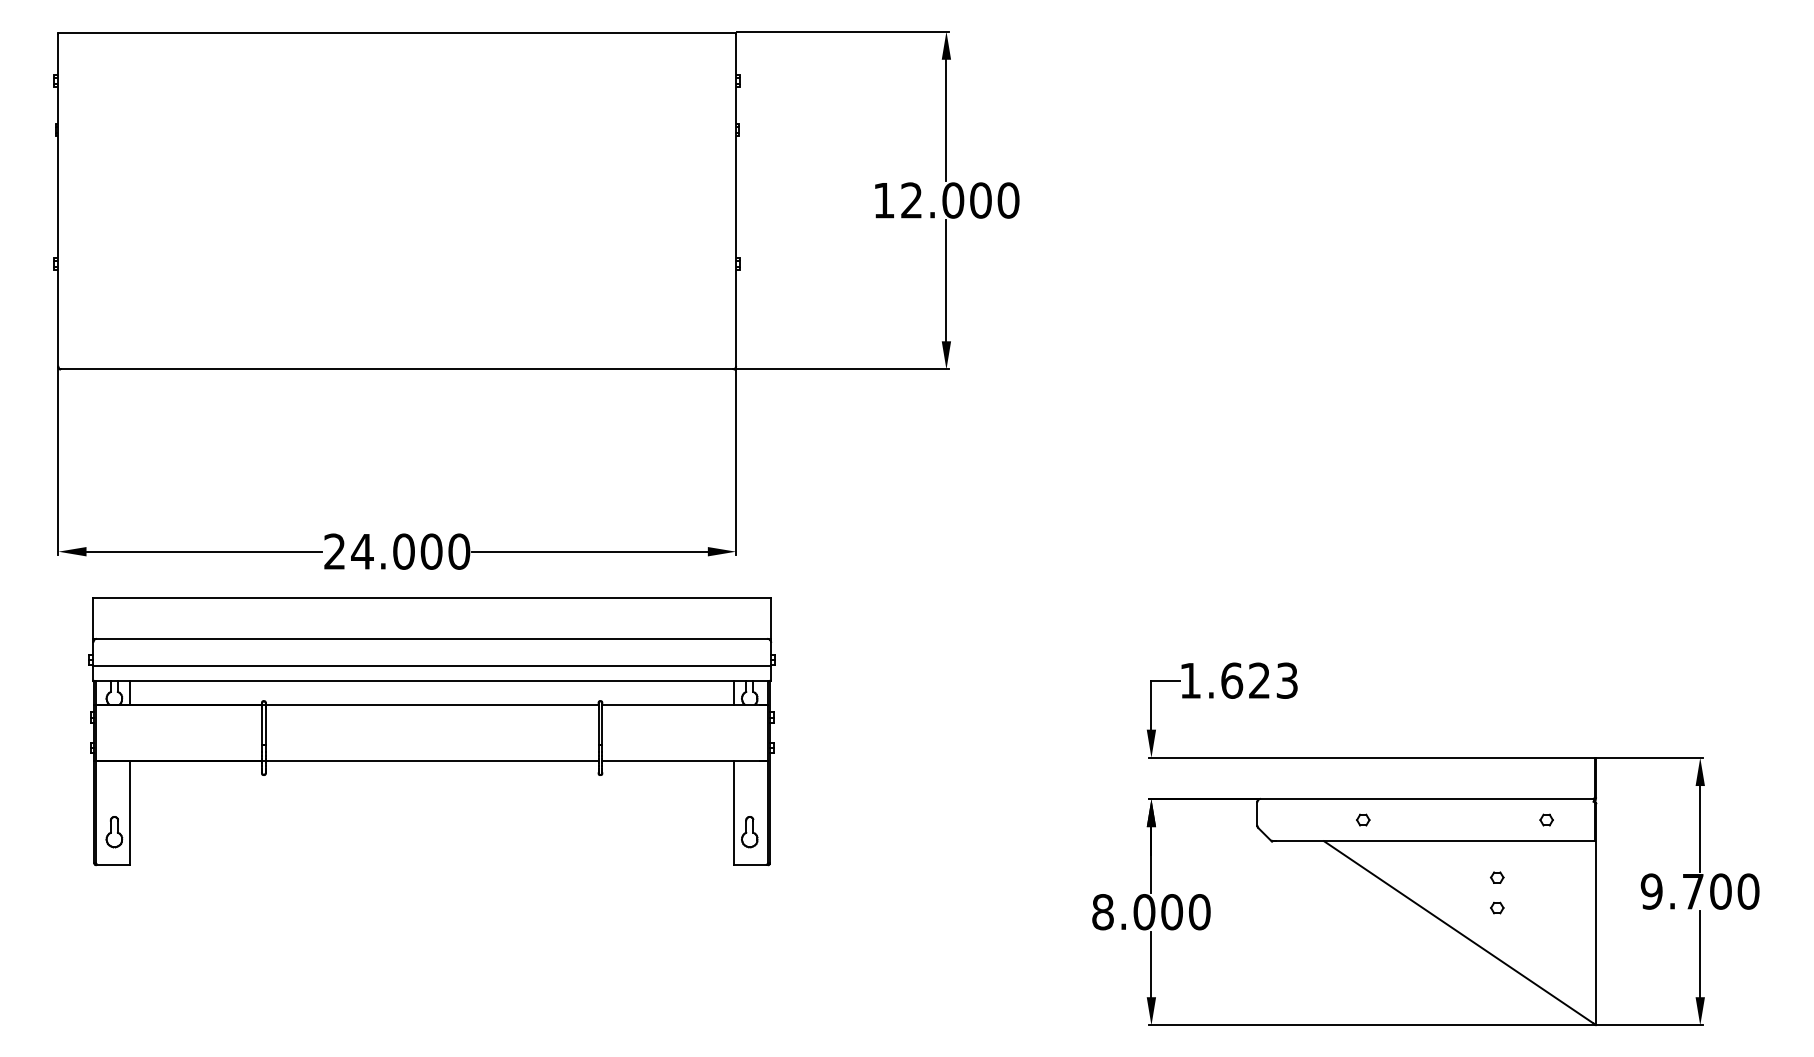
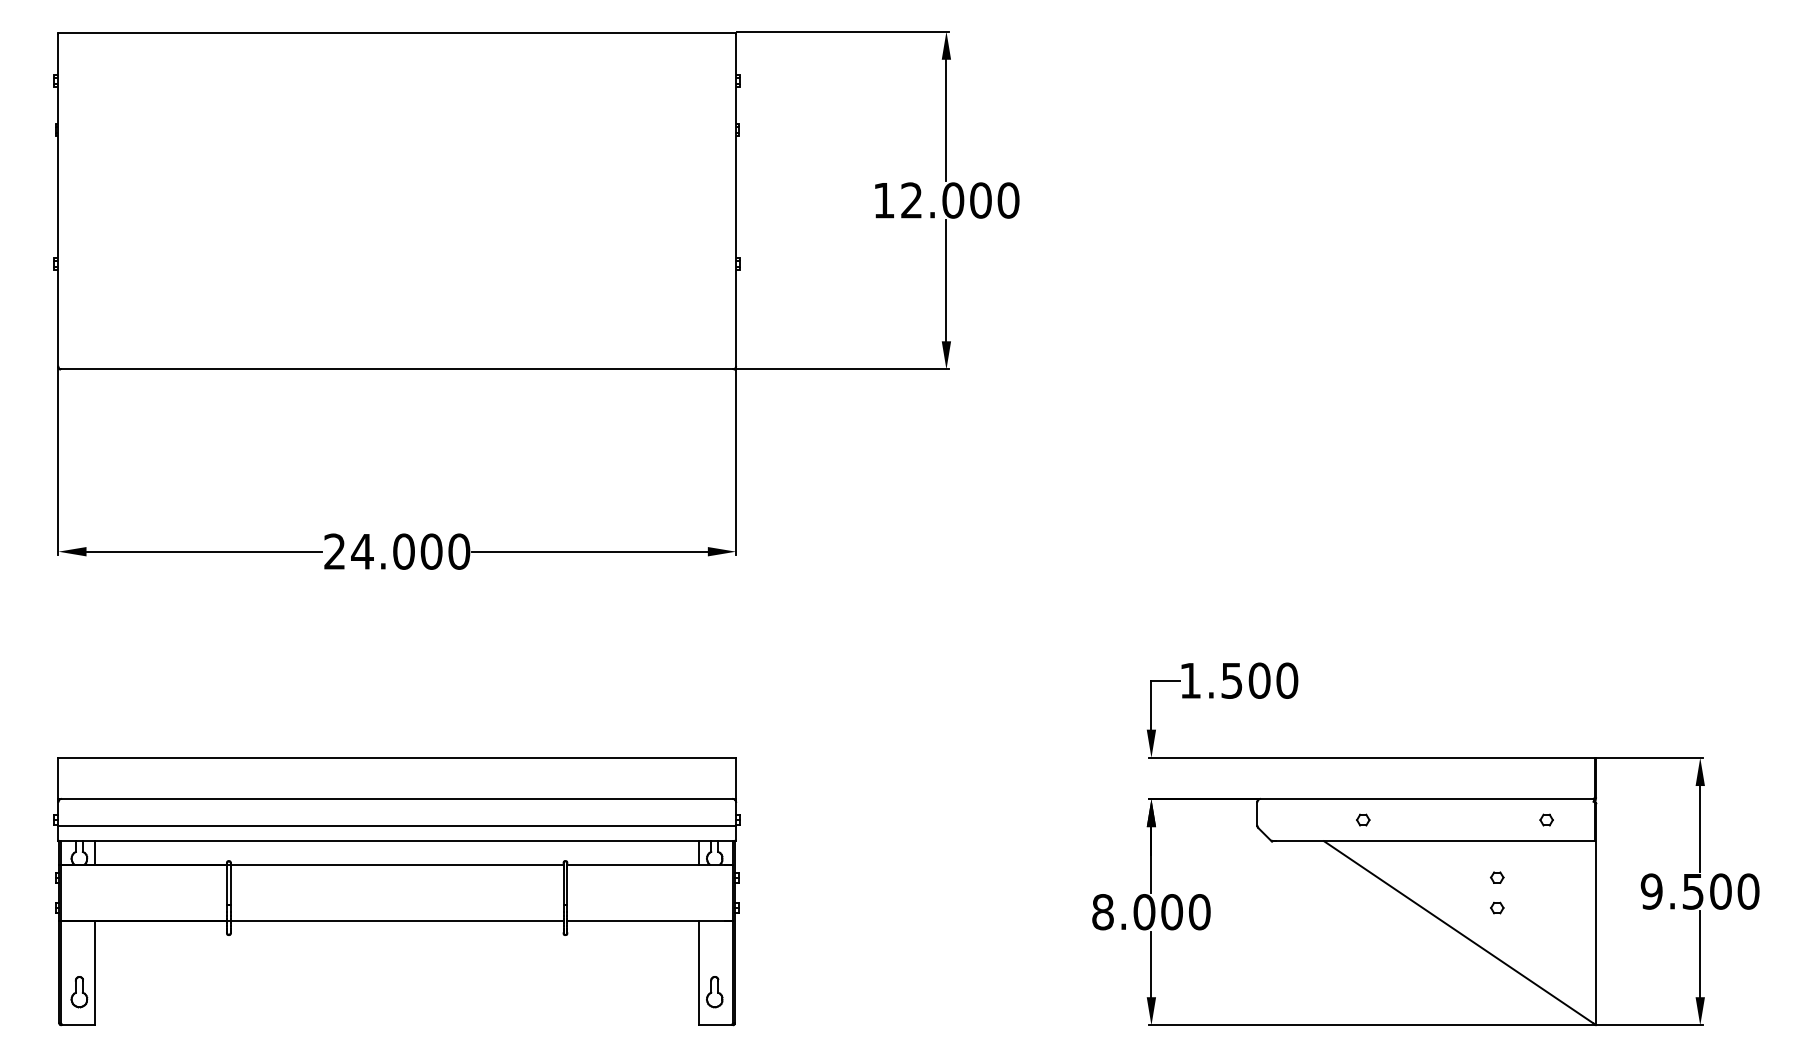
text at (1259, 680): 1.623 -> 1.500
part at (431, 731) position: (431, 731) -> (396, 891)
text at (1692, 891): 9.700 -> 9.500
